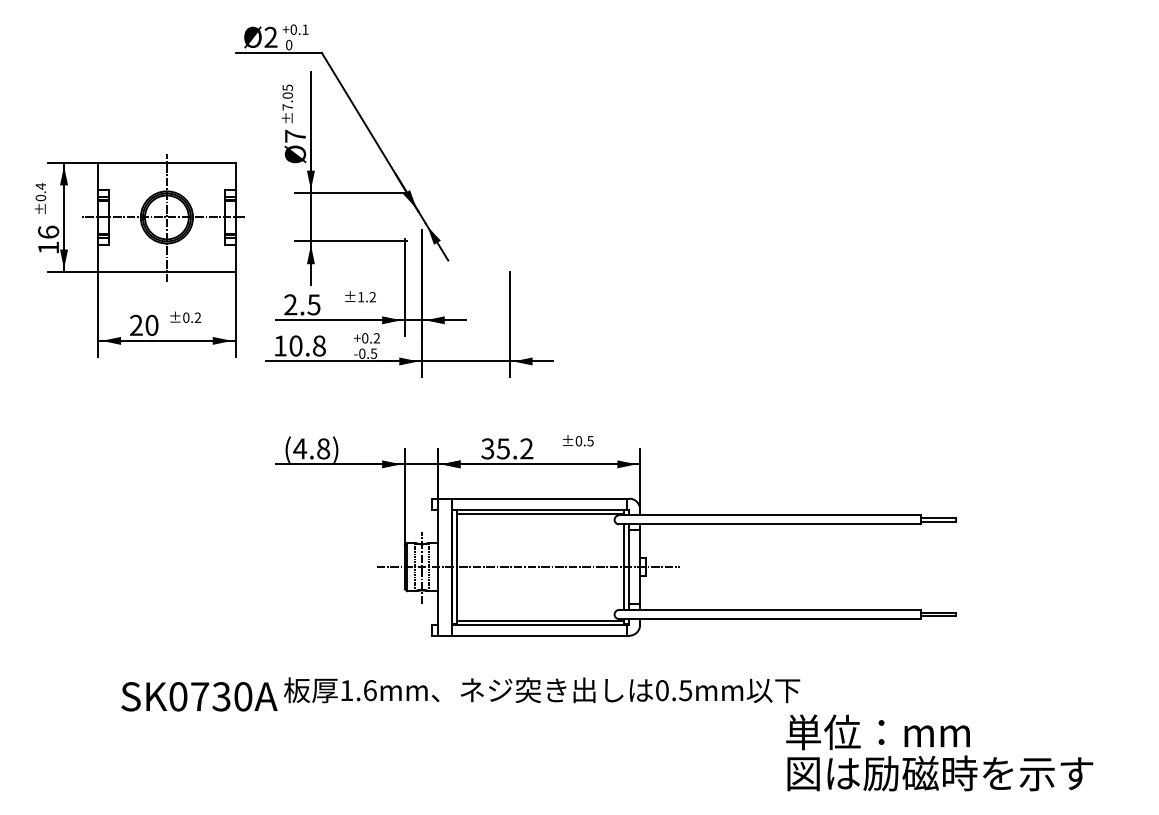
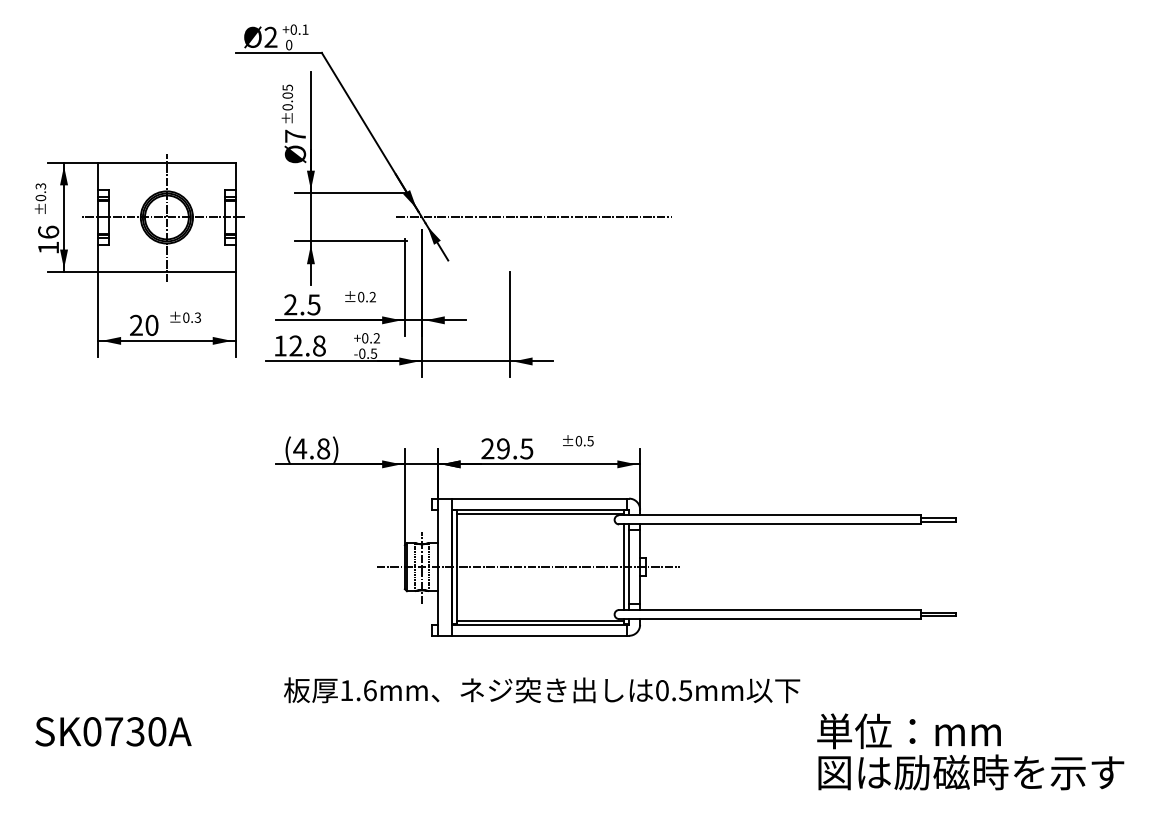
text at (287, 107): ±7.05 -> ±0.05
text at (40, 186): ±0.4 -> ±0.3
line at (533, 217): none -> present
text at (361, 296): ±1.2 -> ±0.2
text at (197, 317): ±0.2 -> ±0.3
text at (295, 345): 10.8 -> 12.8
text at (507, 448): 35.2 -> 29.5
text at (199, 696) position: (199, 696) -> (113, 731)
text at (939, 752) position: (939, 752) -> (970, 751)
